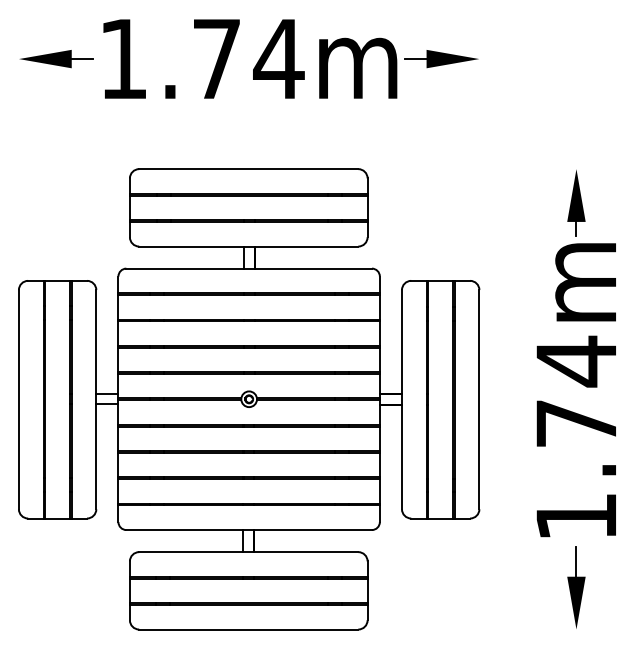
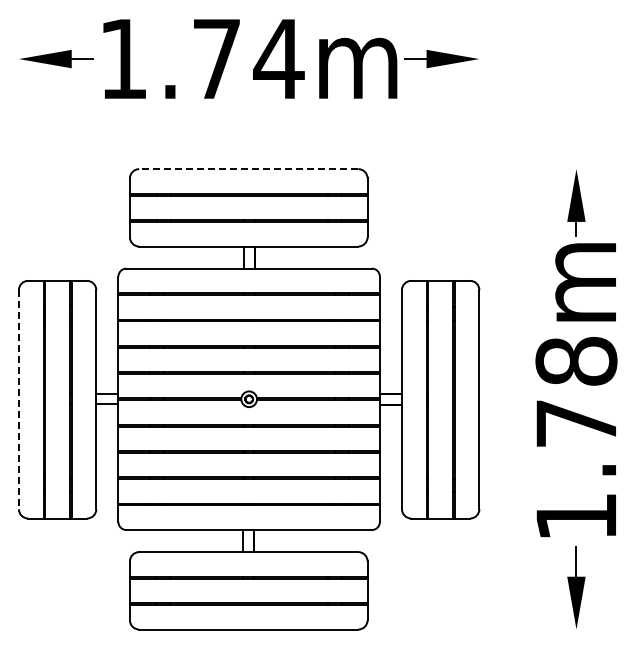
line at (248, 169): solid -> dashed
text at (576, 361): 1.74m -> 1.78m
line at (18, 399): solid -> dashed
